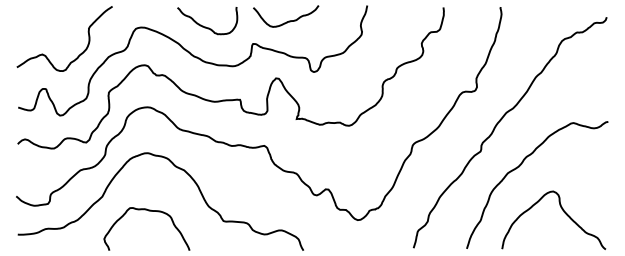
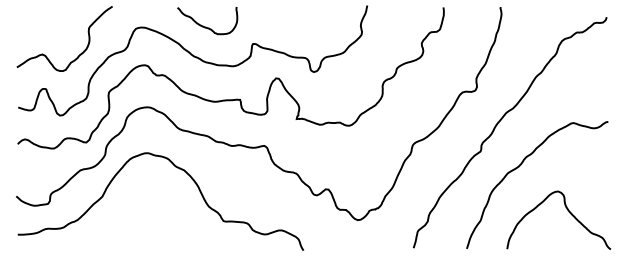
curve at (288, 20): present -> none
curve at (148, 211): present -> none
curve at (563, 212) position: (563, 212) -> (568, 212)
